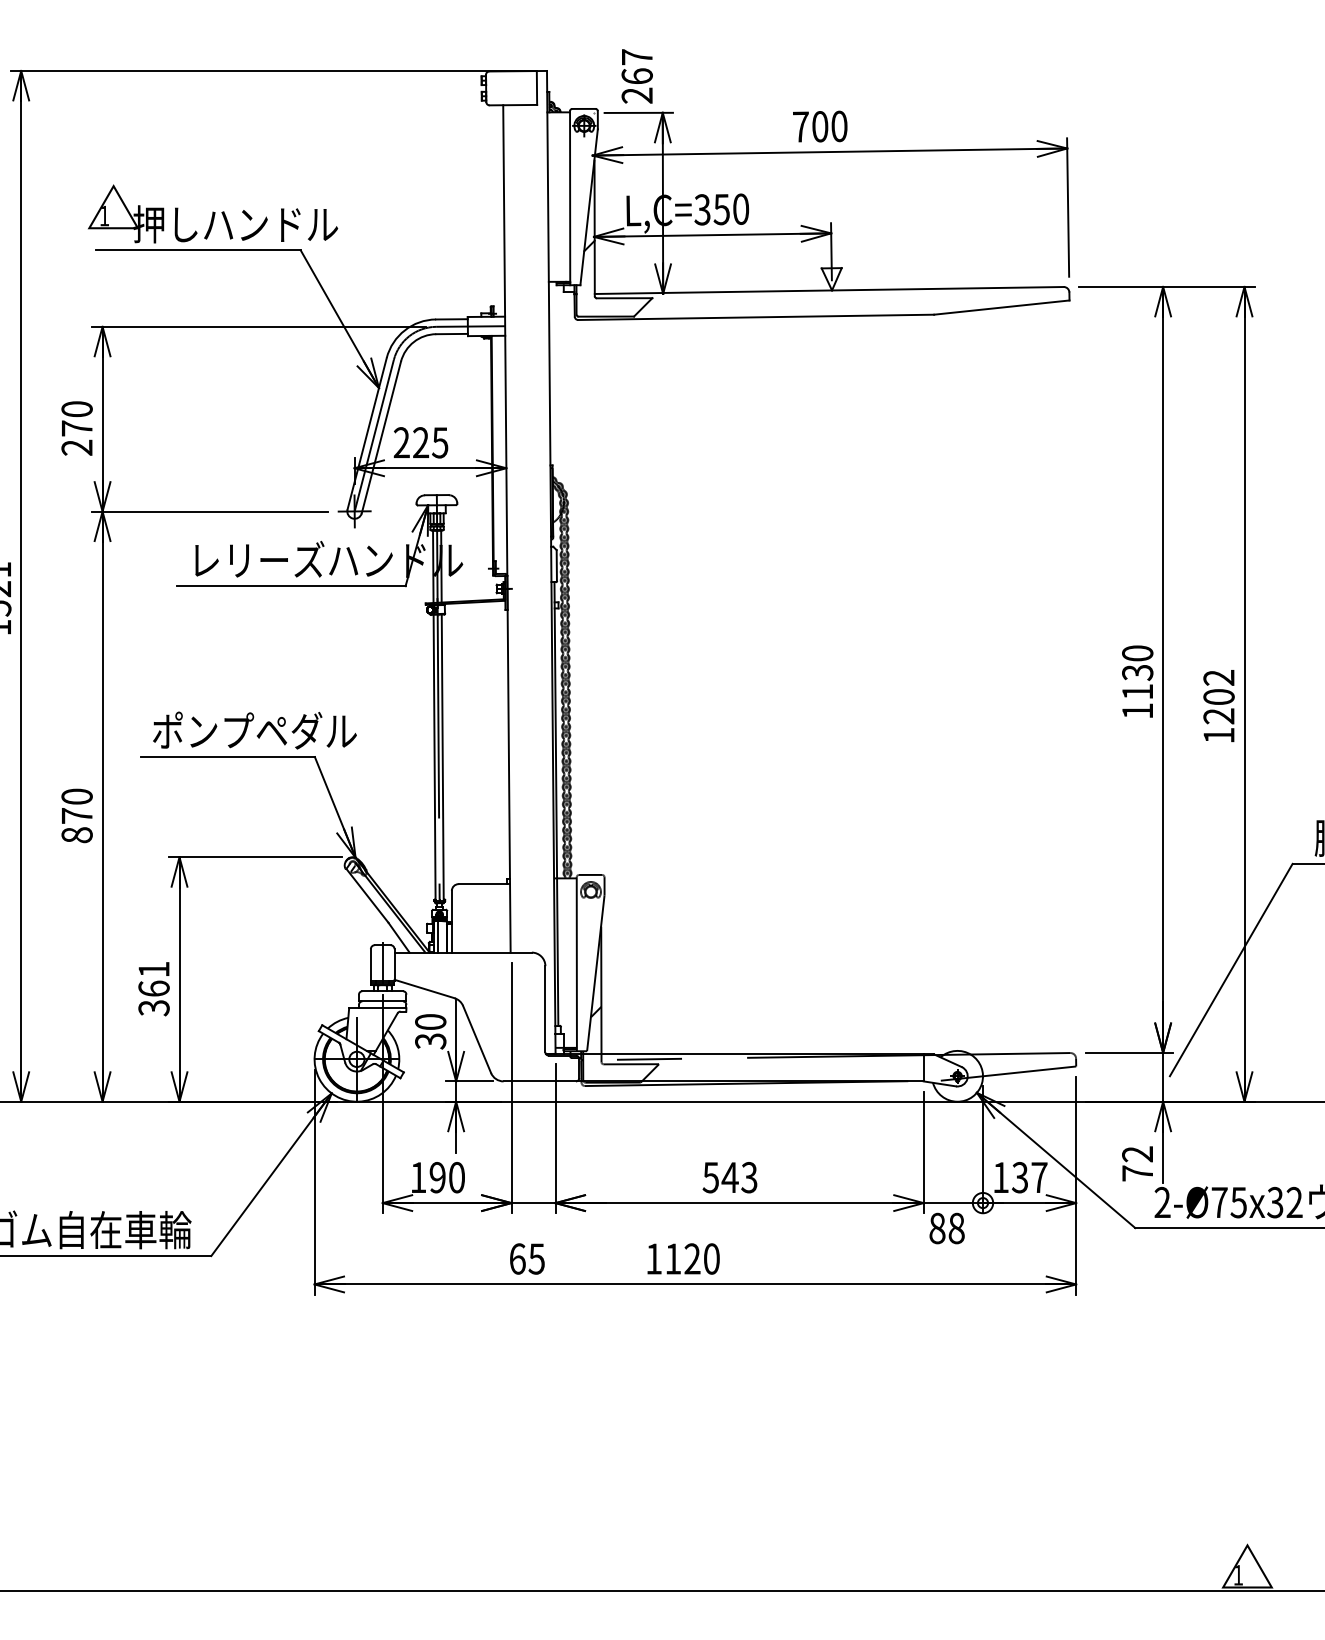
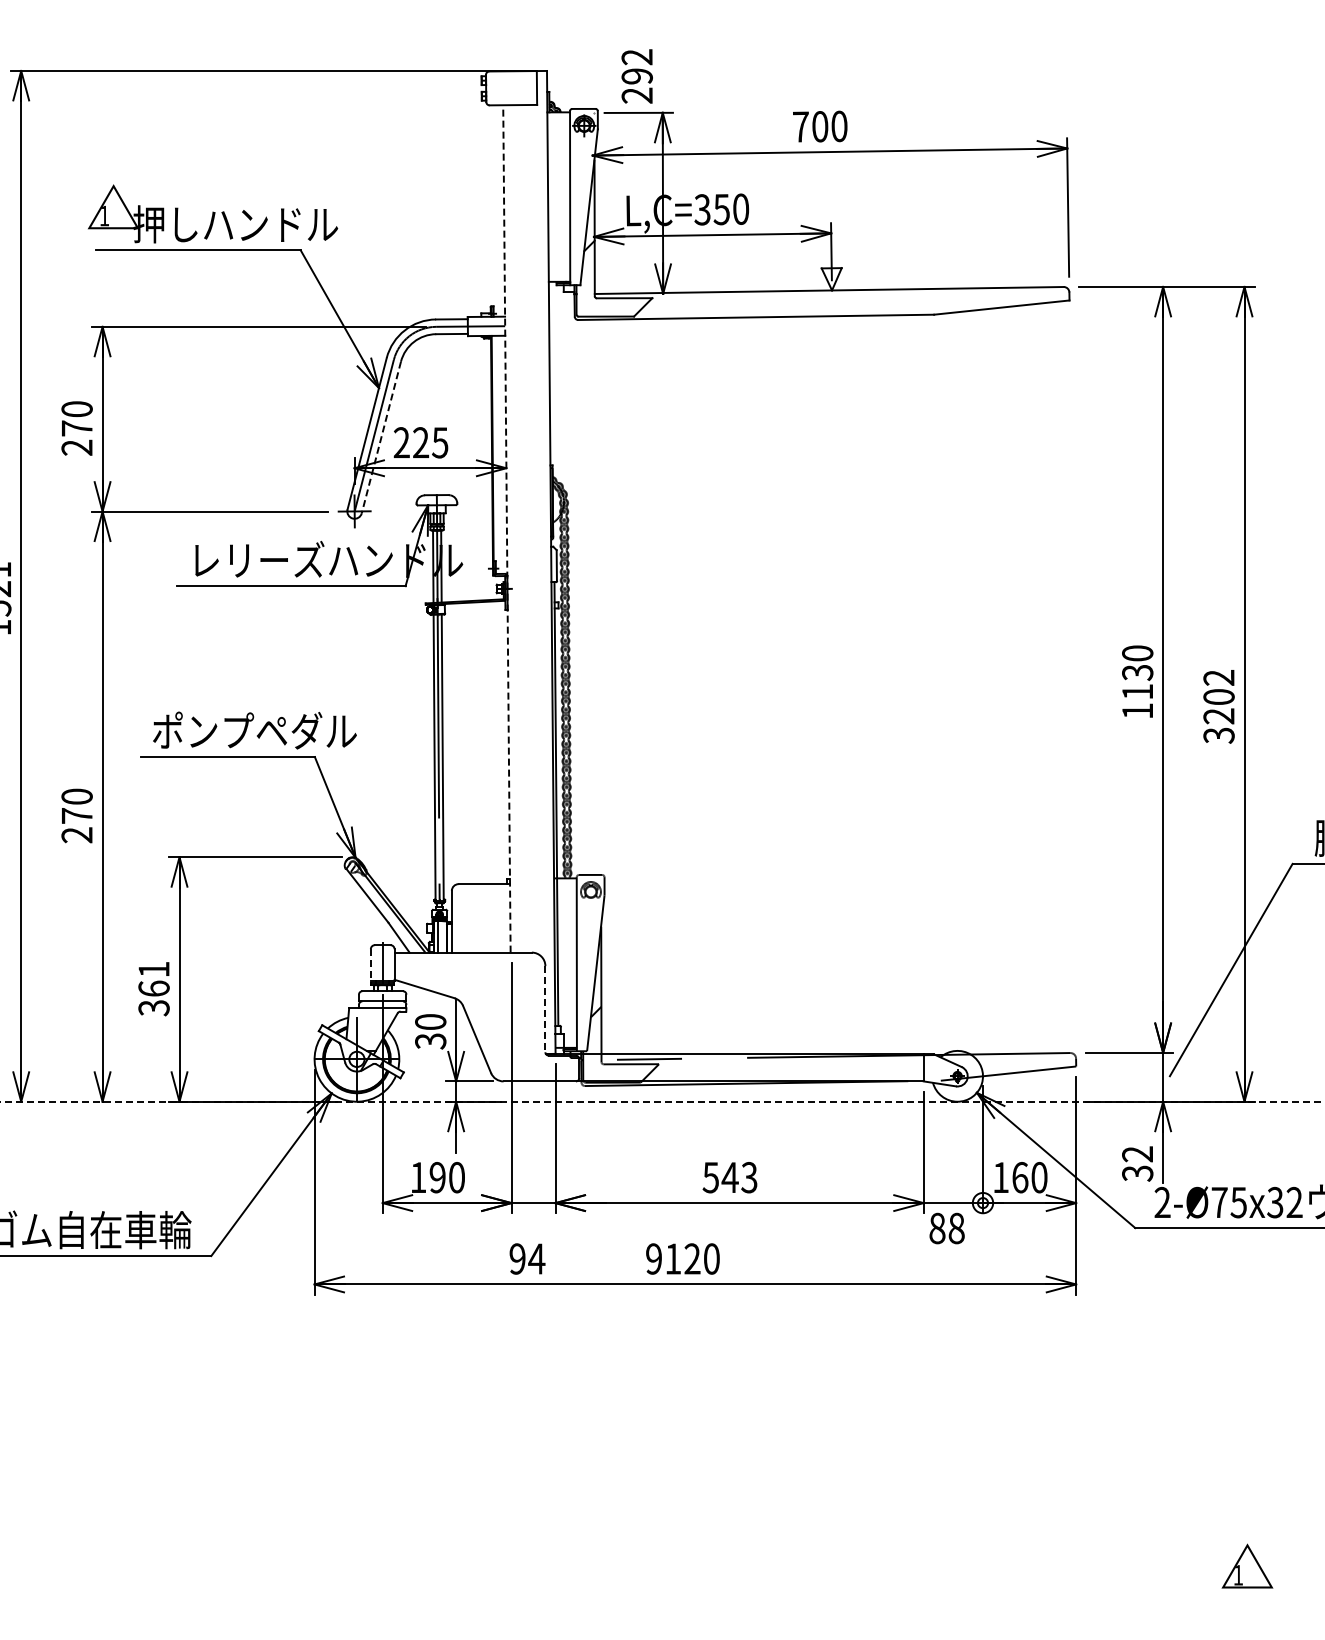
text at (636, 66): 267 -> 292
line at (381, 437): solid -> dashed
line at (506, 528): solid -> dashed
text at (1218, 735): 1202 -> 3202
text at (76, 835): 870 -> 270
line at (370, 965): solid -> dashed
line at (545, 1009): solid -> dashed
line at (662, 1101): solid -> dashed
text at (1137, 1173): 72 -> 32
text at (1029, 1177): 137 -> 160
text at (527, 1258): 65 -> 94
text at (653, 1258): 1120 -> 9120
line at (661, 1590): present -> none
